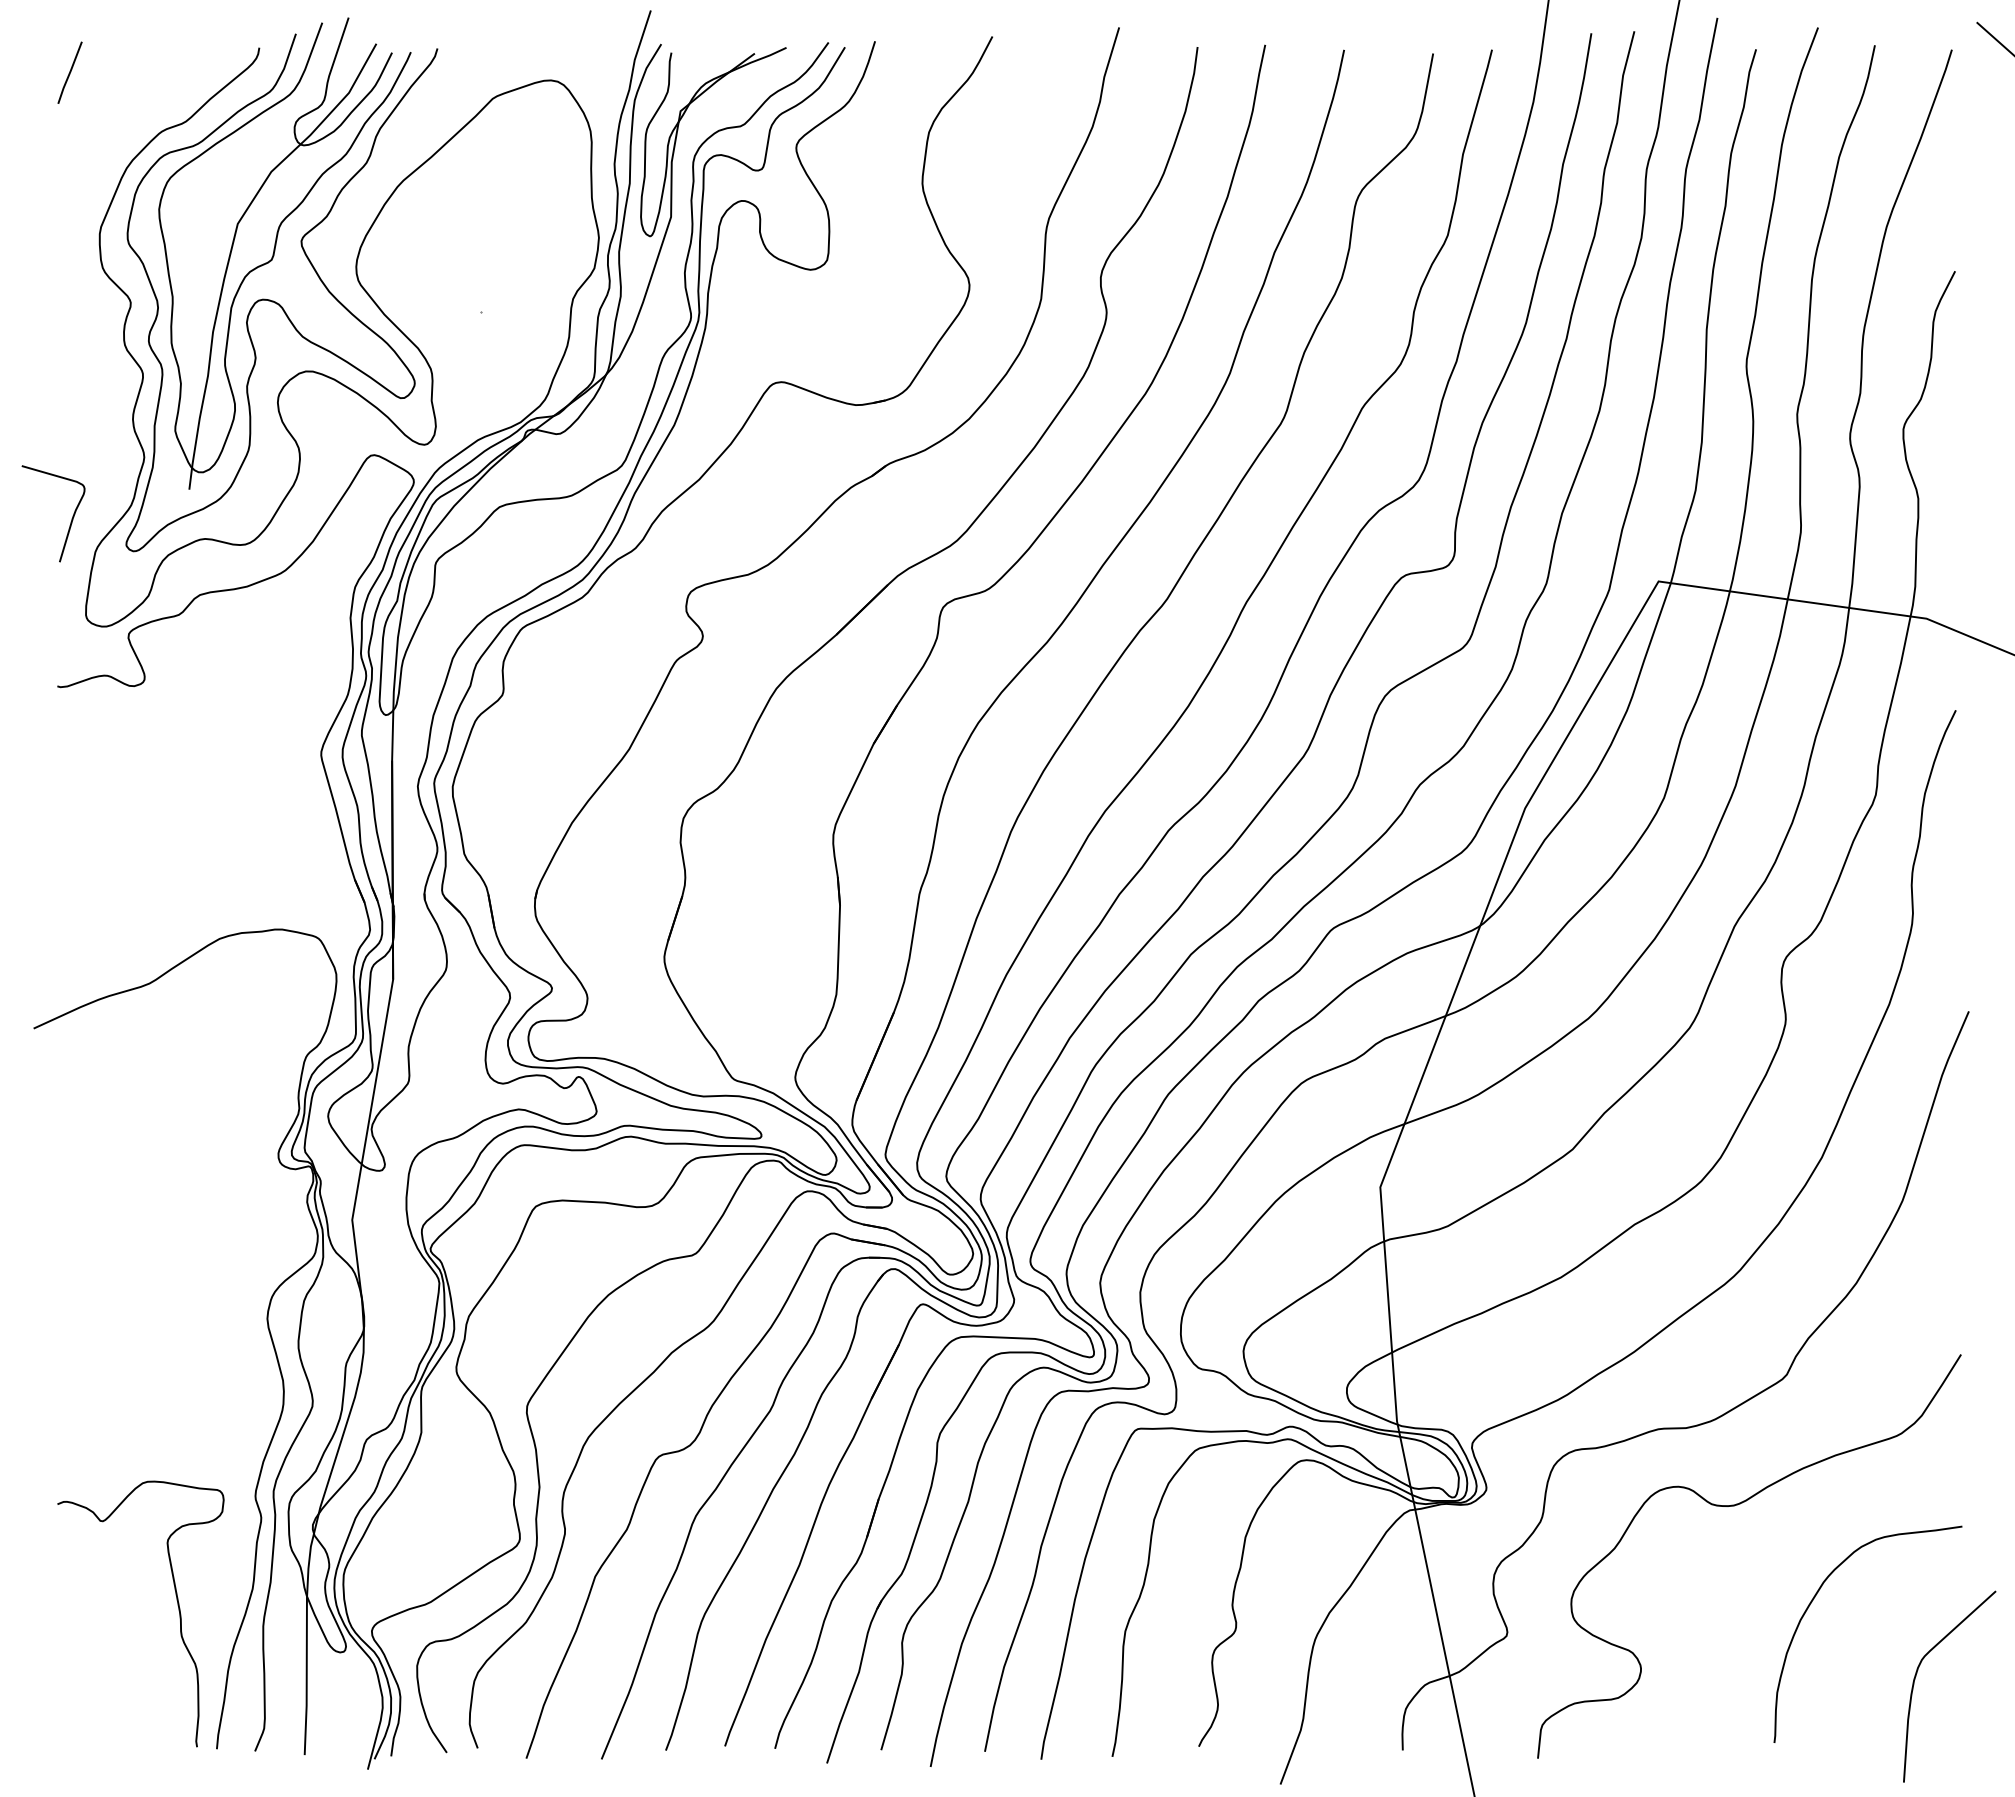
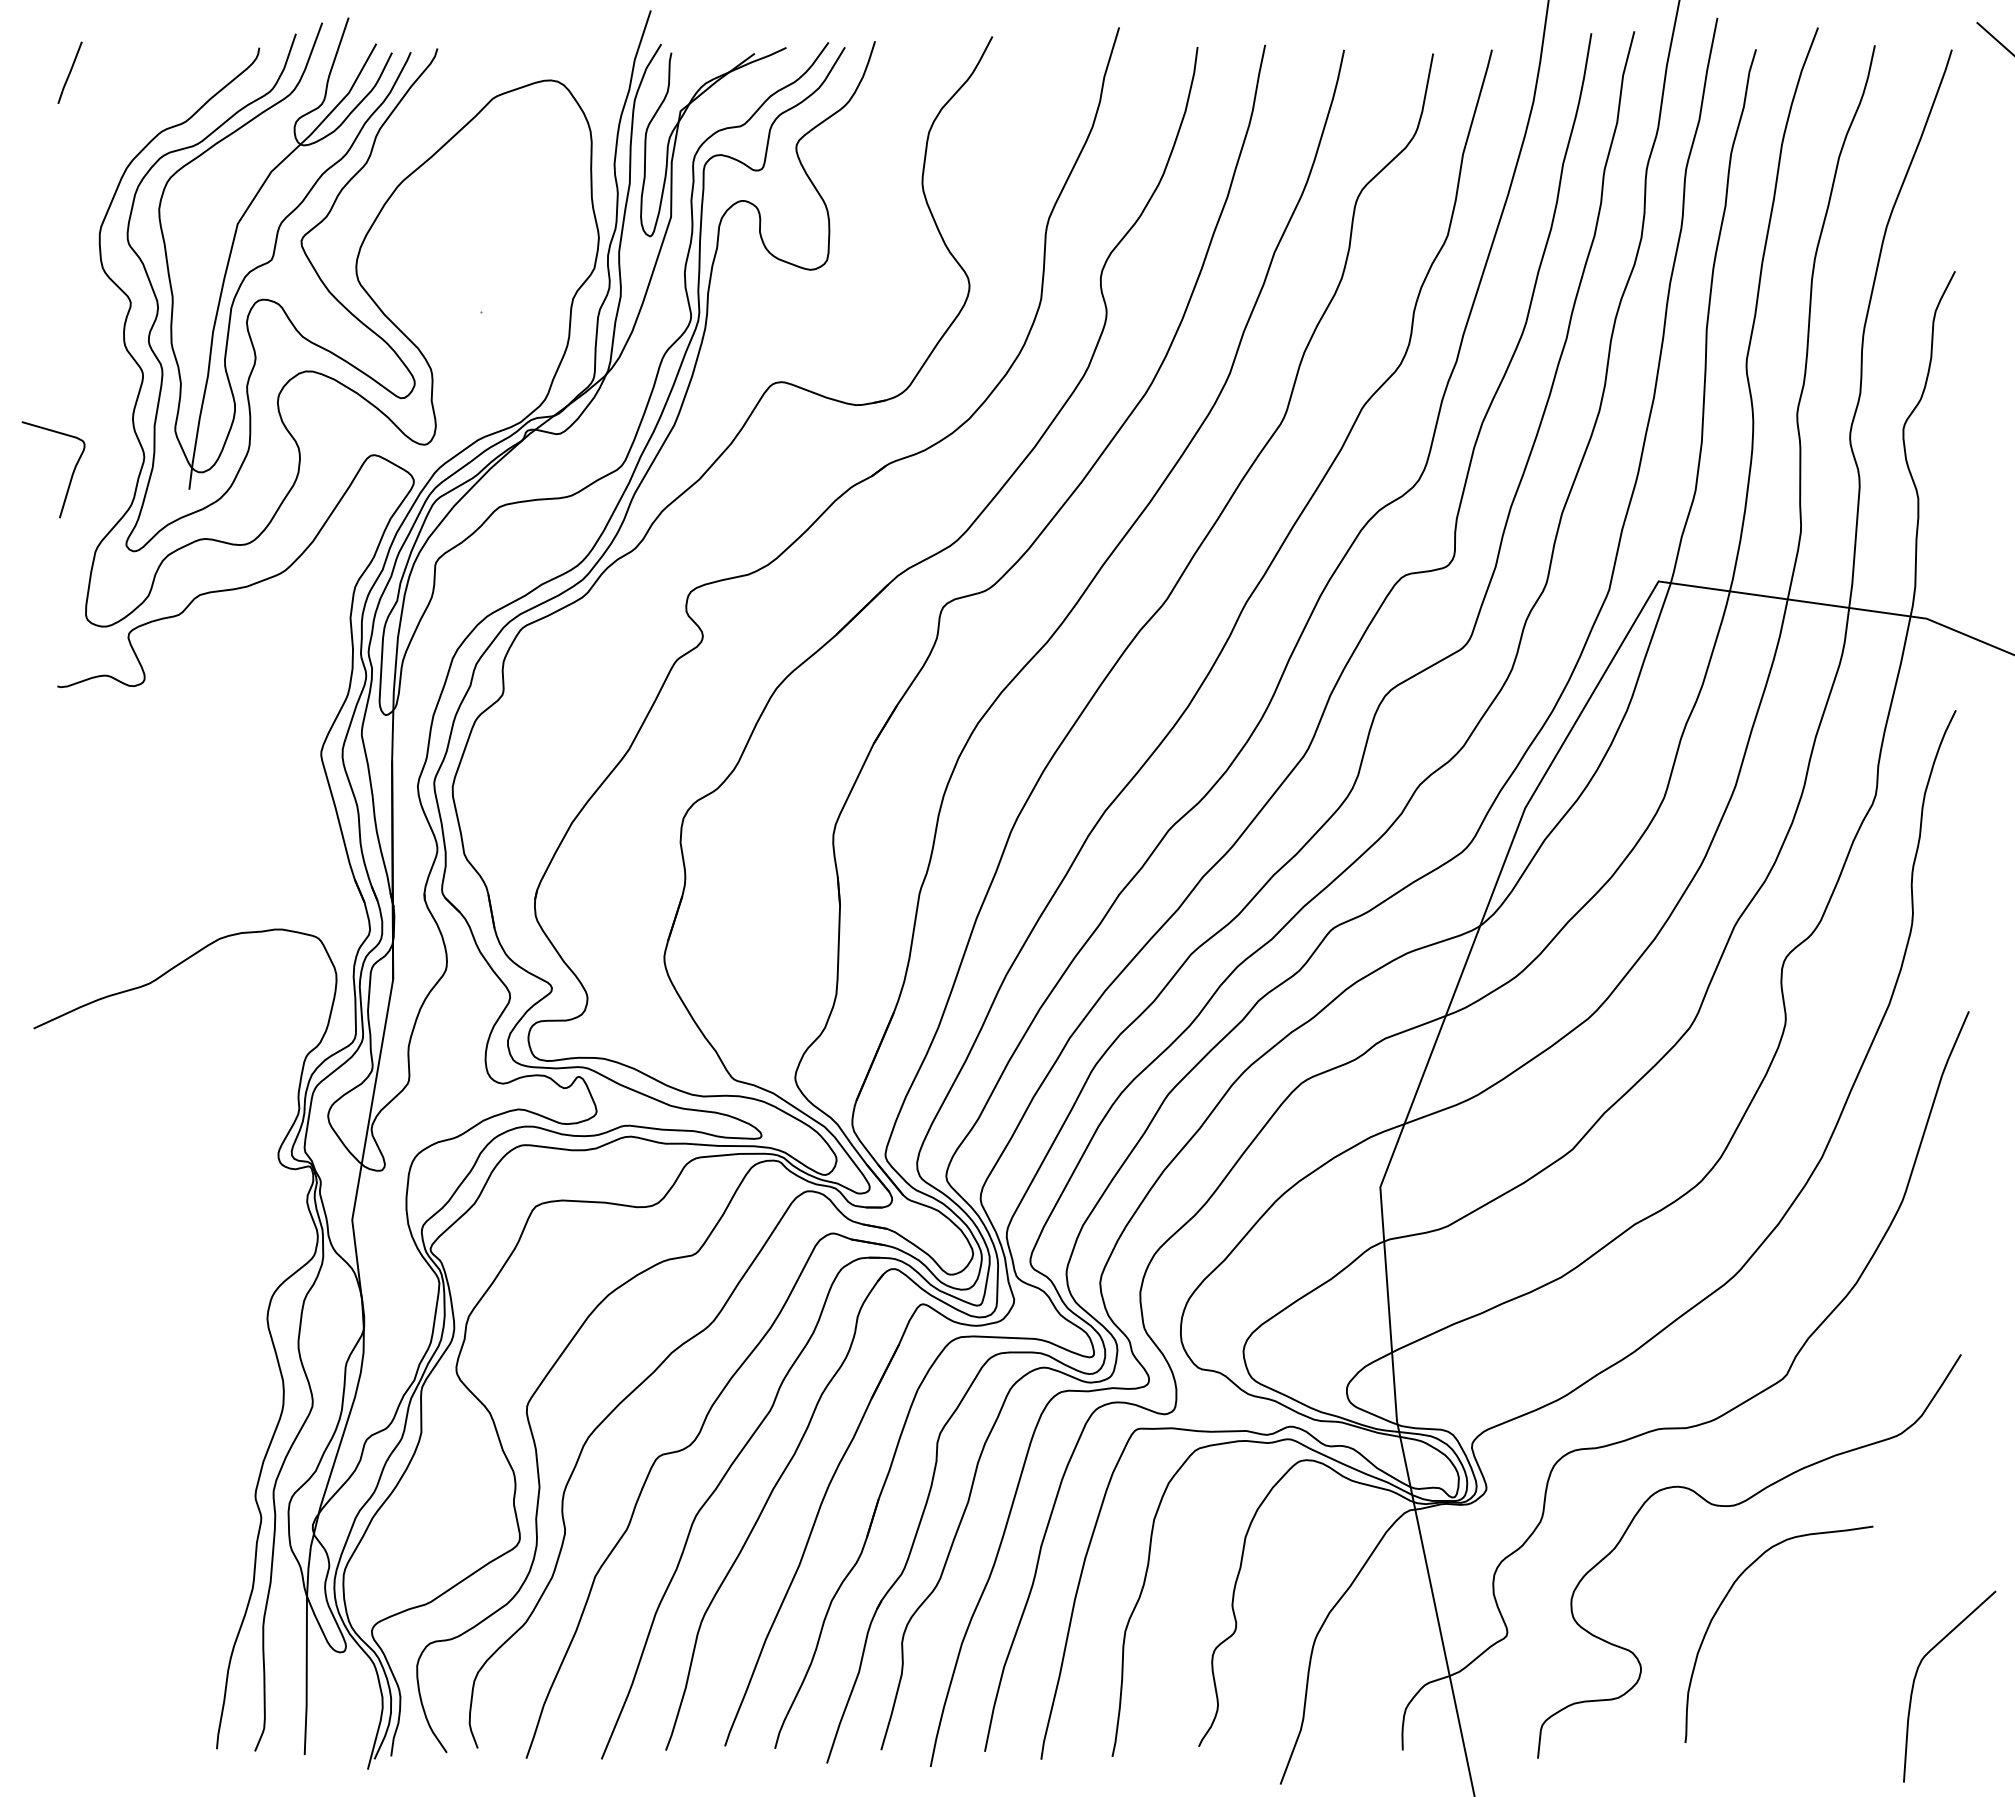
curve at (71, 518) position: (71, 518) -> (71, 474)
curve at (1812, 1602) position: (1812, 1602) -> (1723, 1602)
curve at (177, 1605): present -> none
